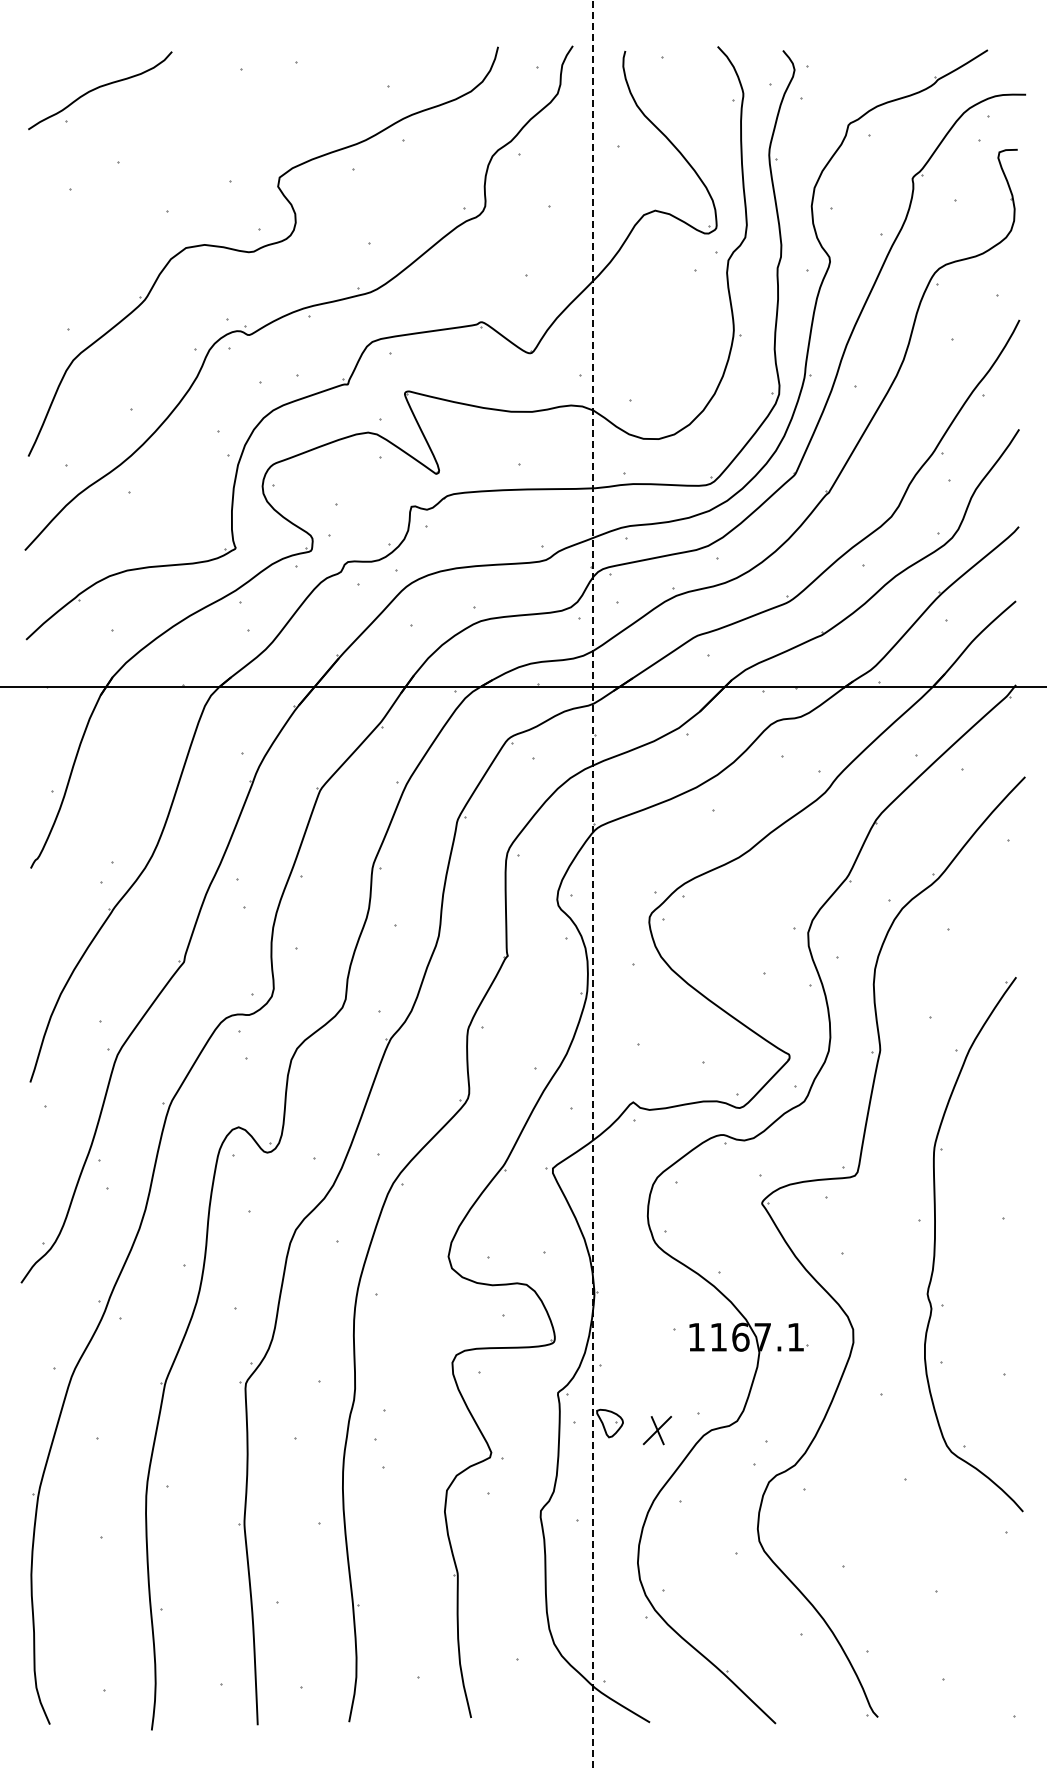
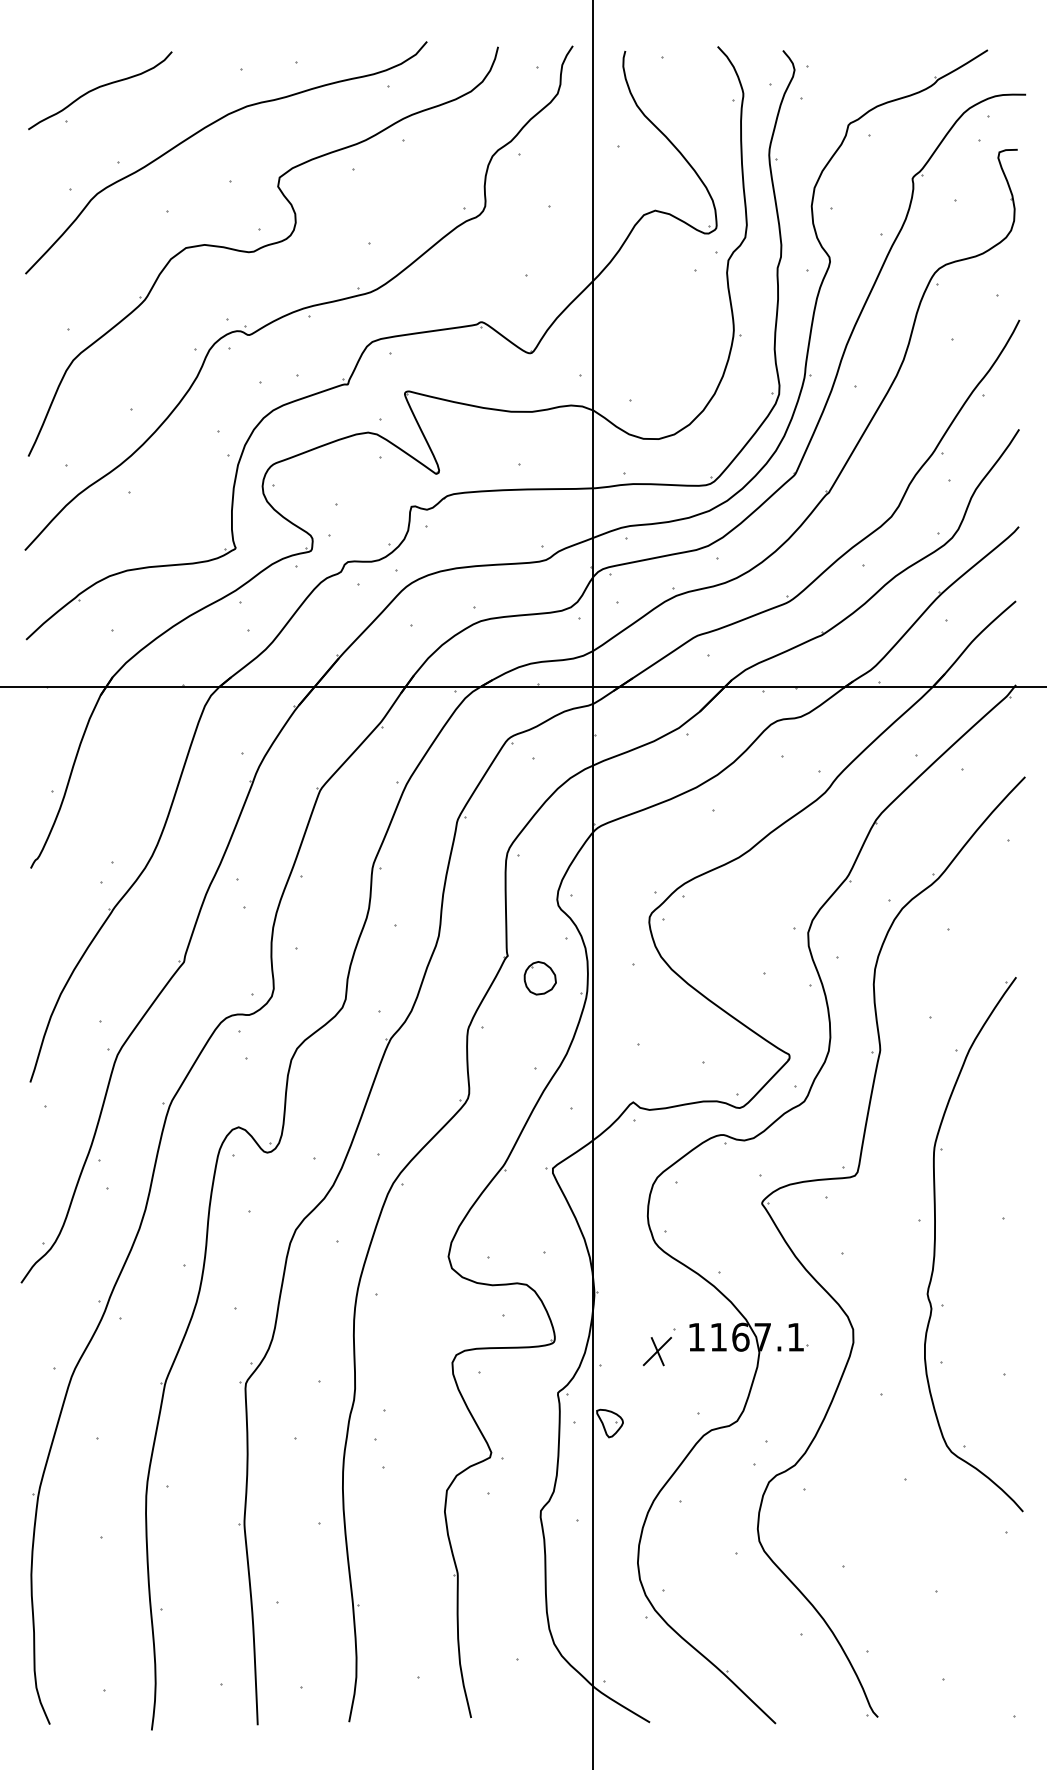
curve at (211, 125): none -> present
line at (593, 884): dashed -> solid
part at (539, 978): none -> present
part at (656, 1430) position: (656, 1430) -> (656, 1351)
